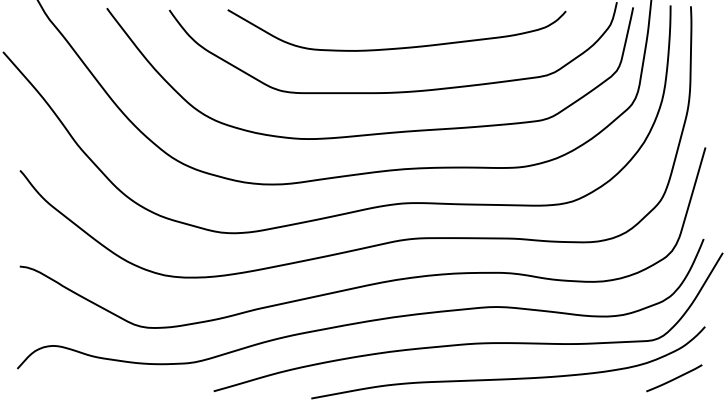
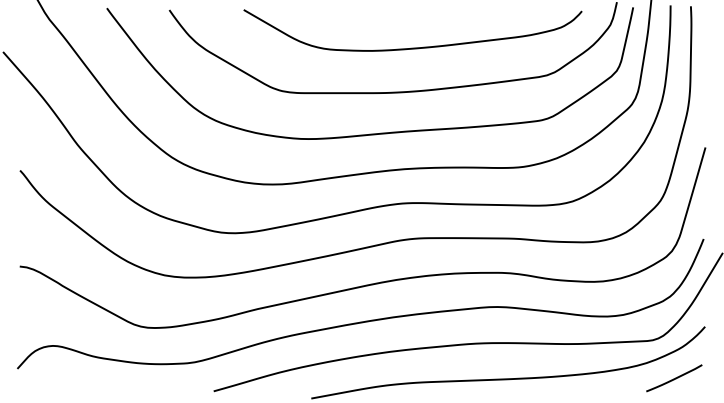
curve at (396, 47) position: (396, 47) -> (412, 47)
